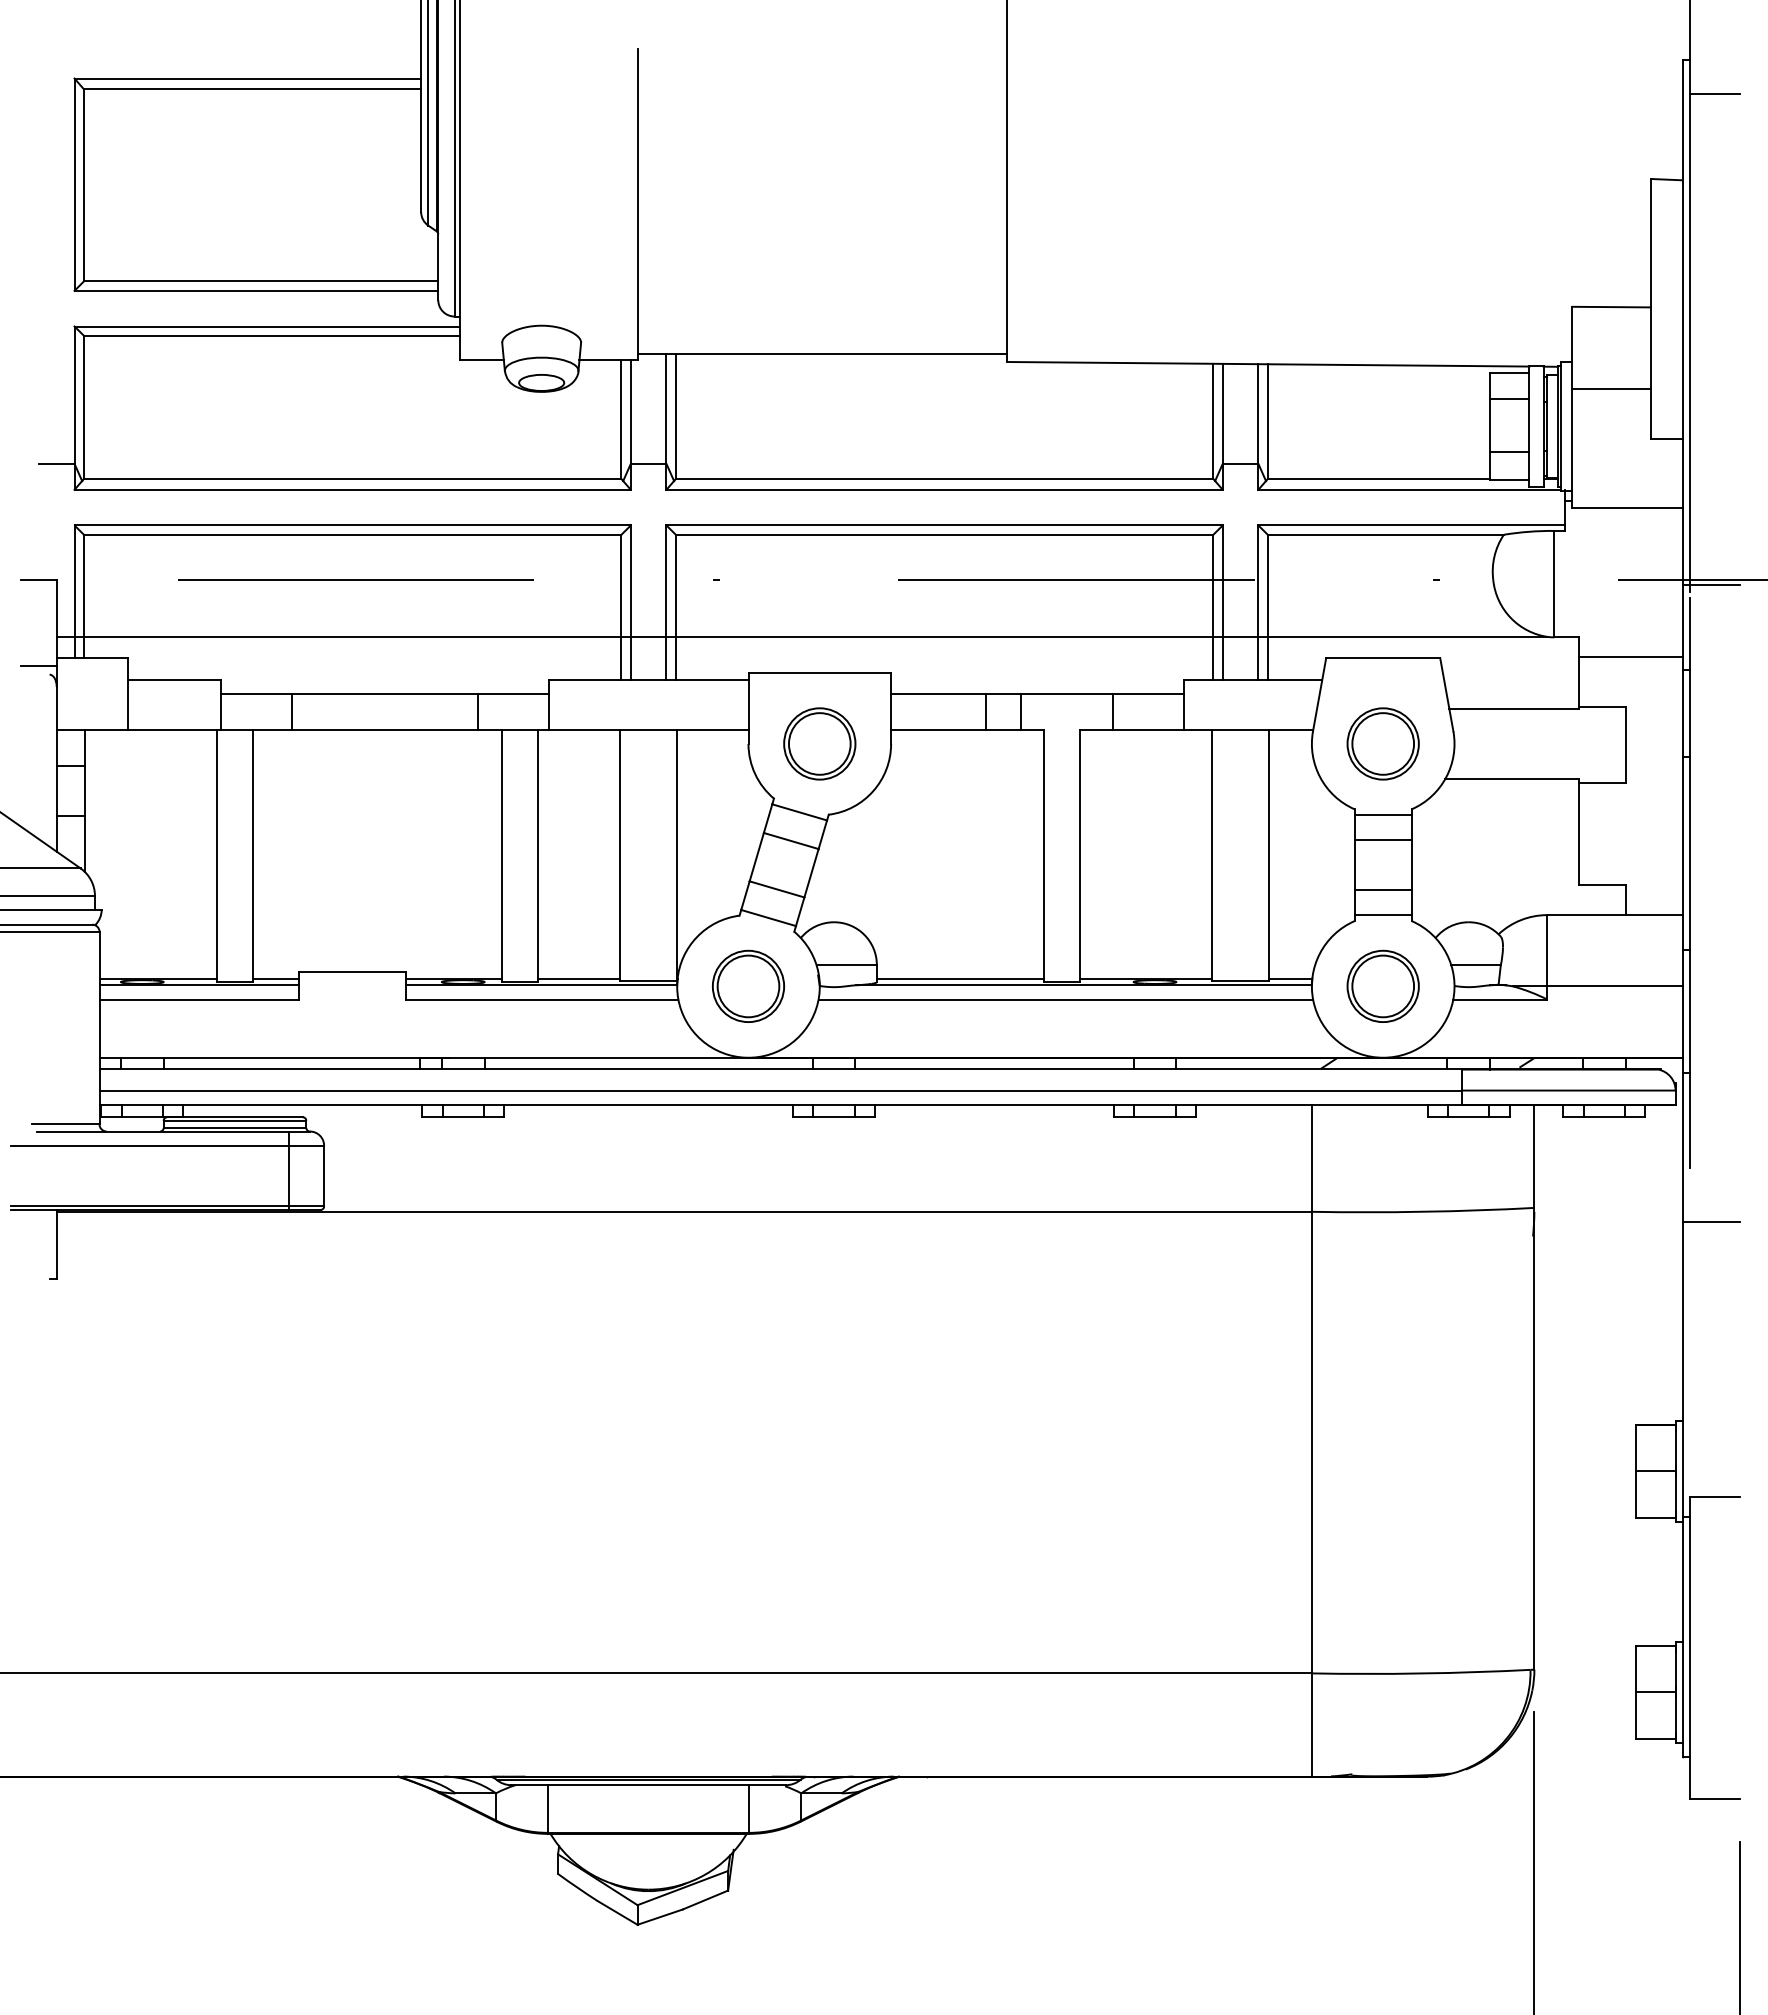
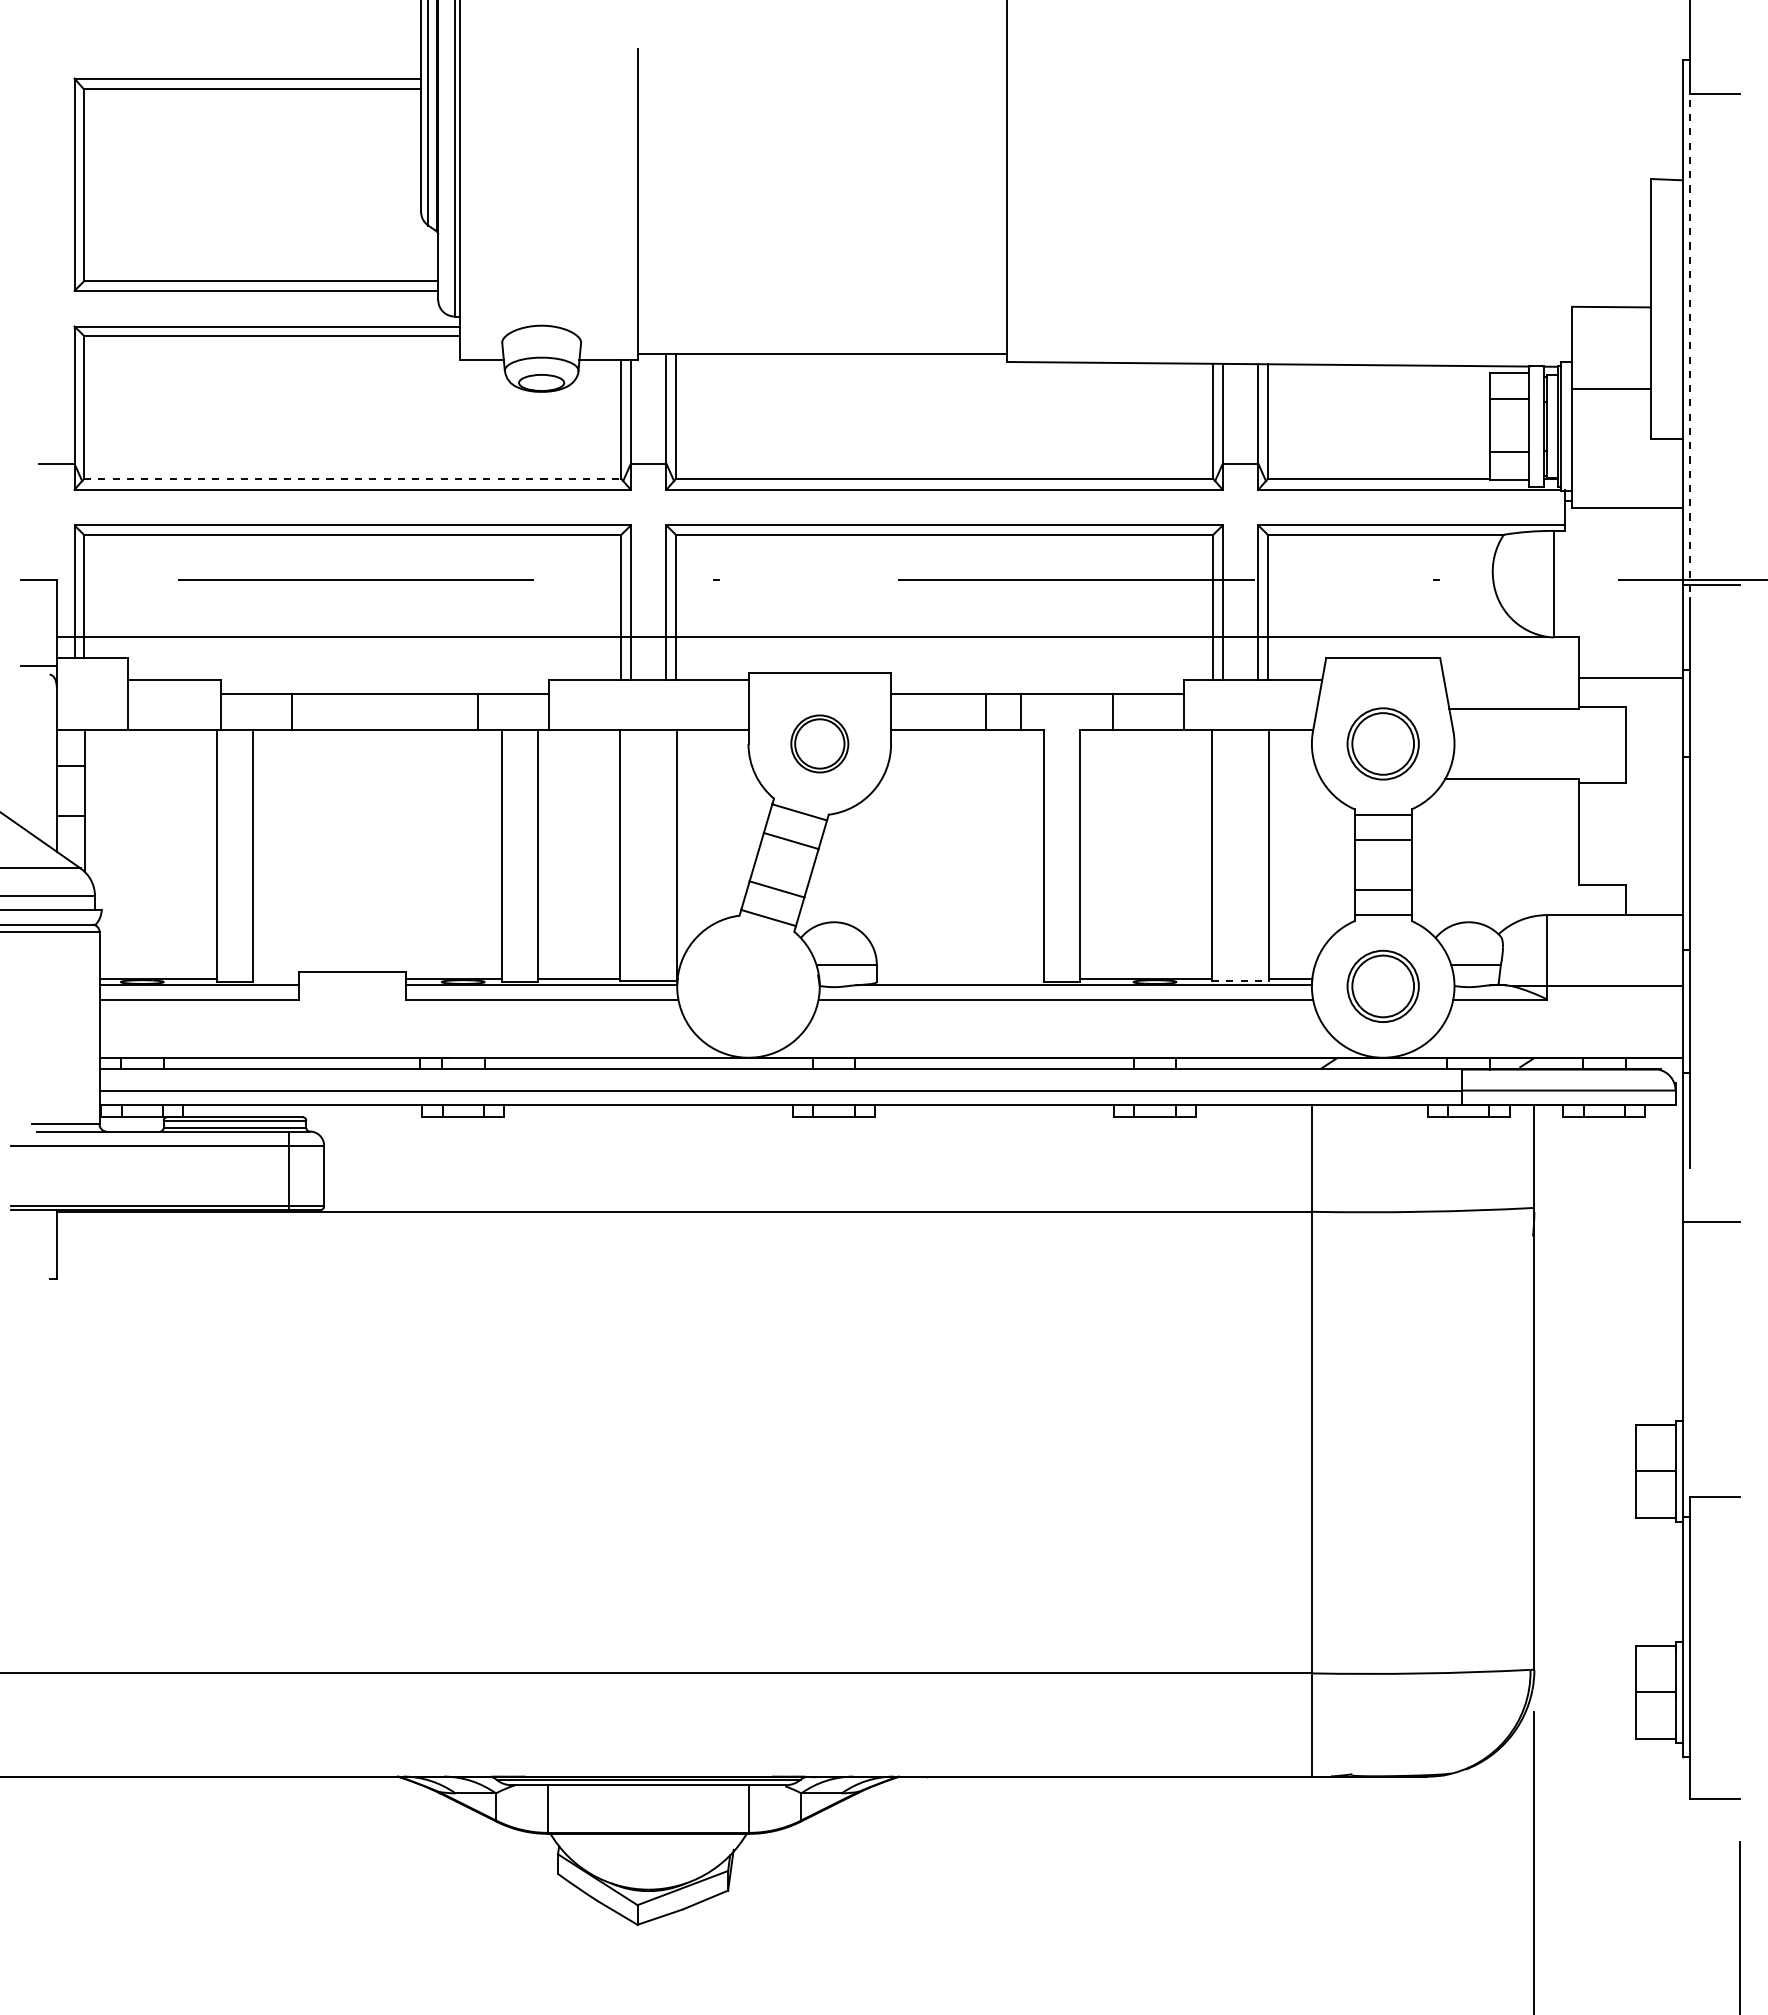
line at (1689, 342): solid -> dashed
line at (352, 478): solid -> dashed
line at (1630, 657) position: (1630, 657) -> (1630, 678)
part at (819, 743) size: 74x74 px -> 60x60 px
line at (275, 978): present -> none
line at (960, 978): present -> none
line at (1240, 980): solid -> dashed
part at (748, 985): present -> none
